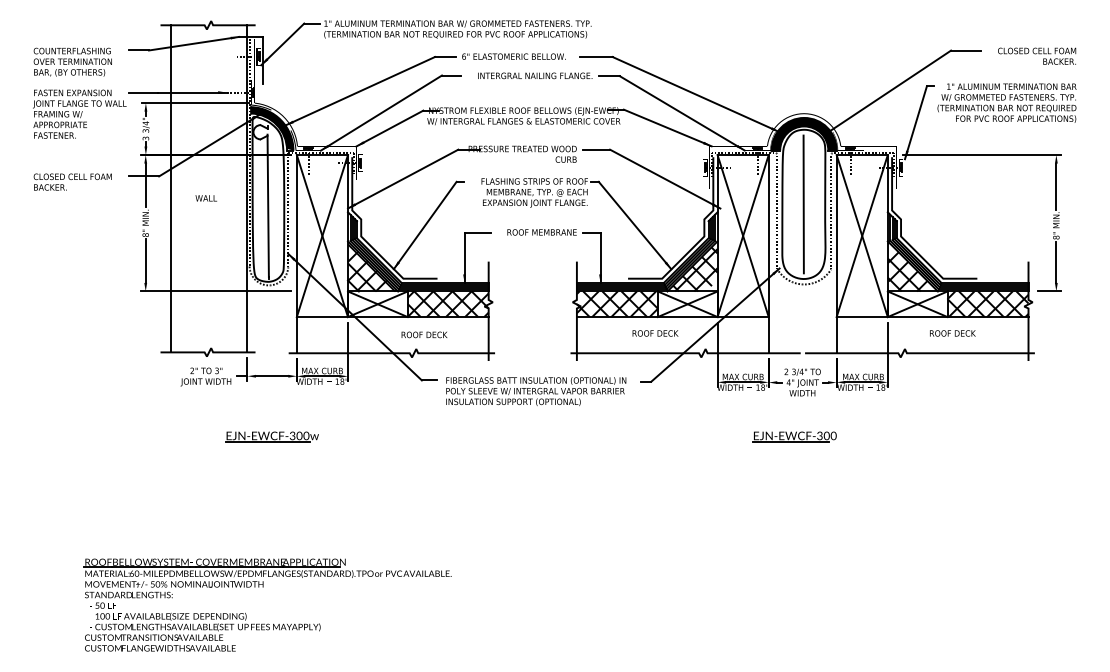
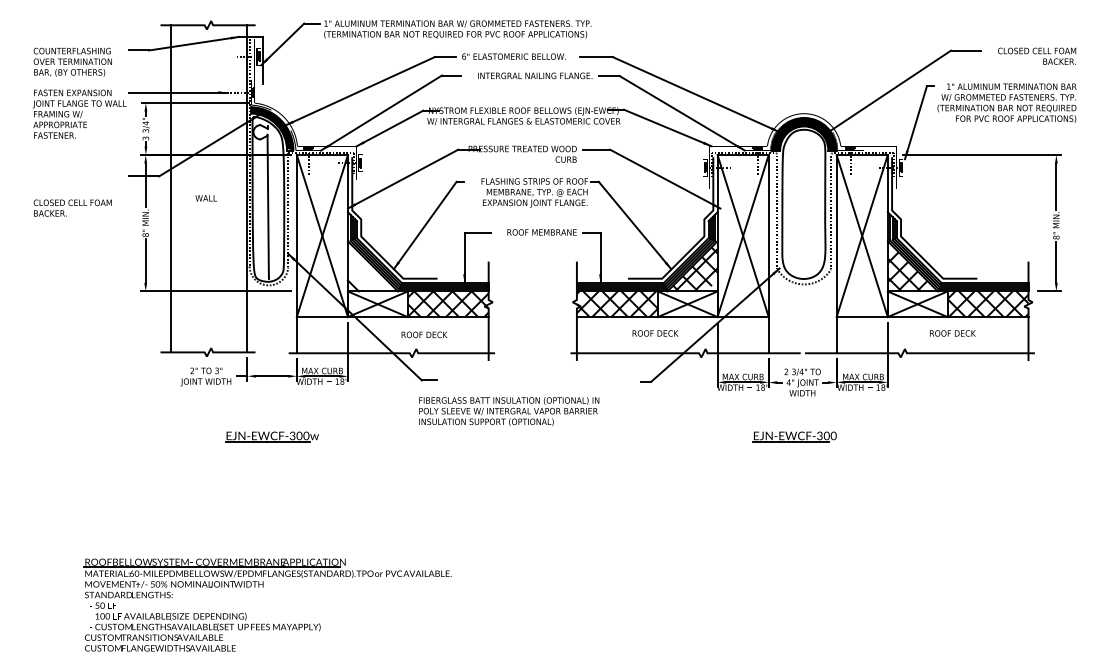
text at (72, 181) position: (72, 181) -> (72, 207)
line at (803, 204): present -> none
hatch at (372, 266): present -> none
text at (536, 391) position: (536, 391) -> (509, 411)
